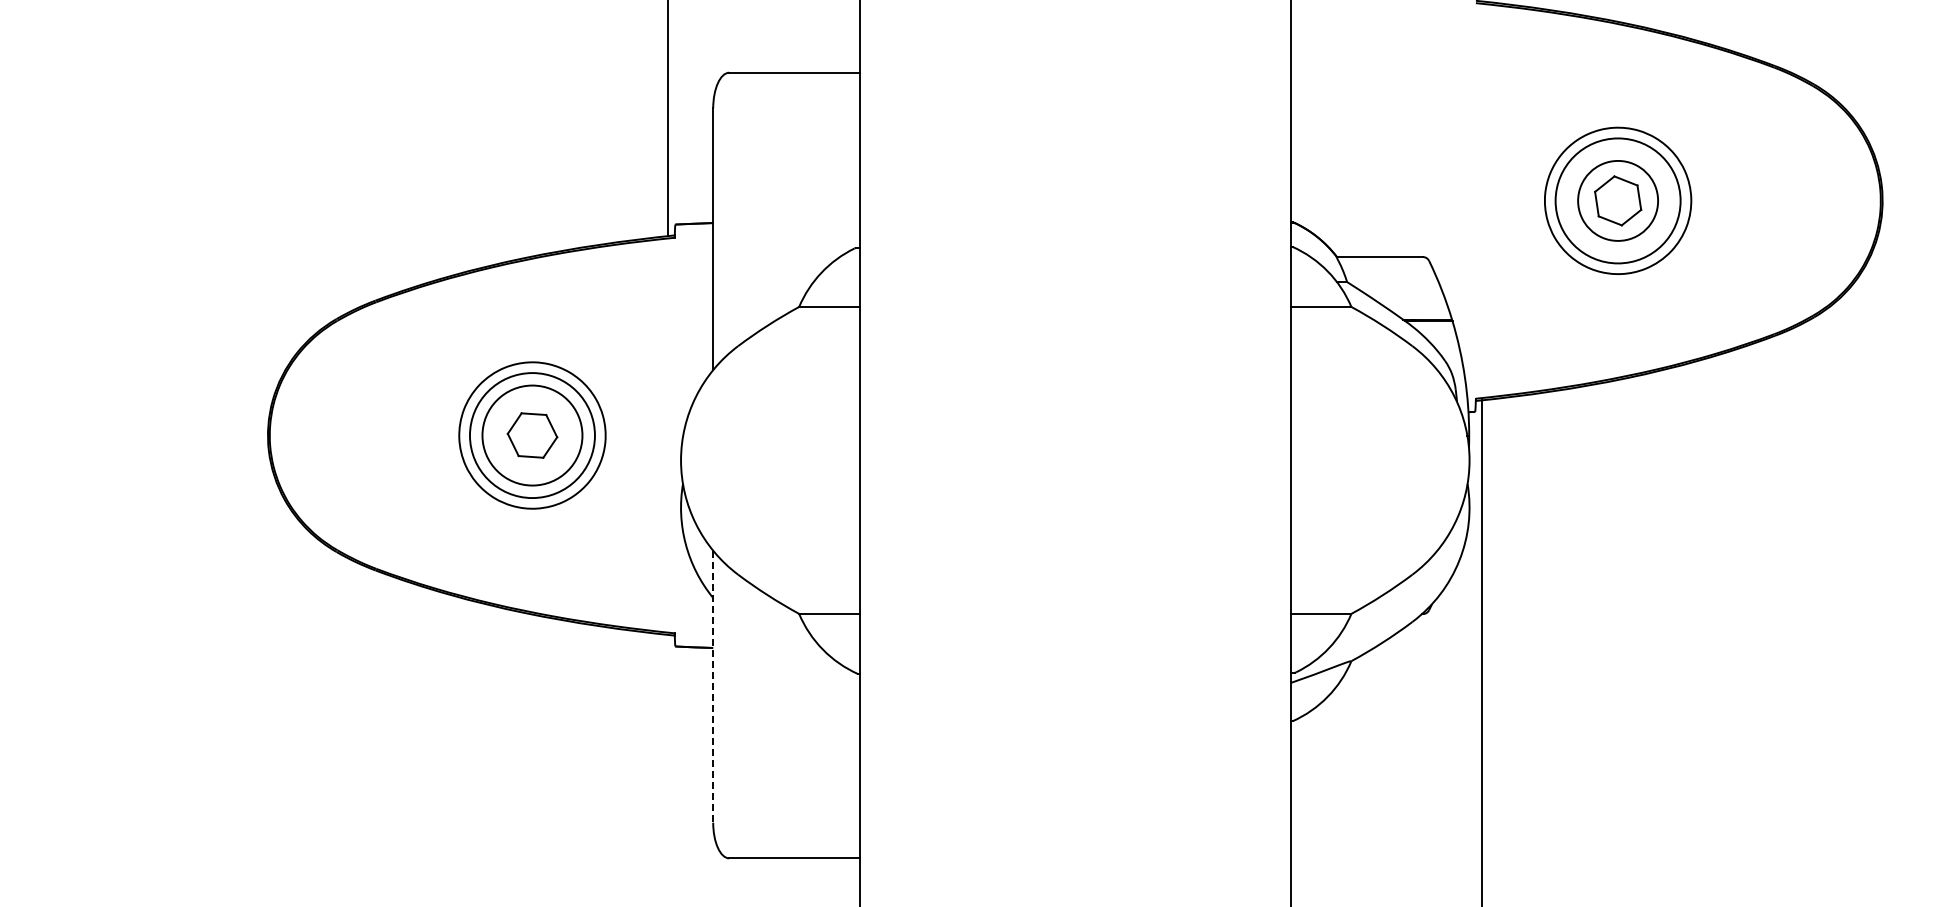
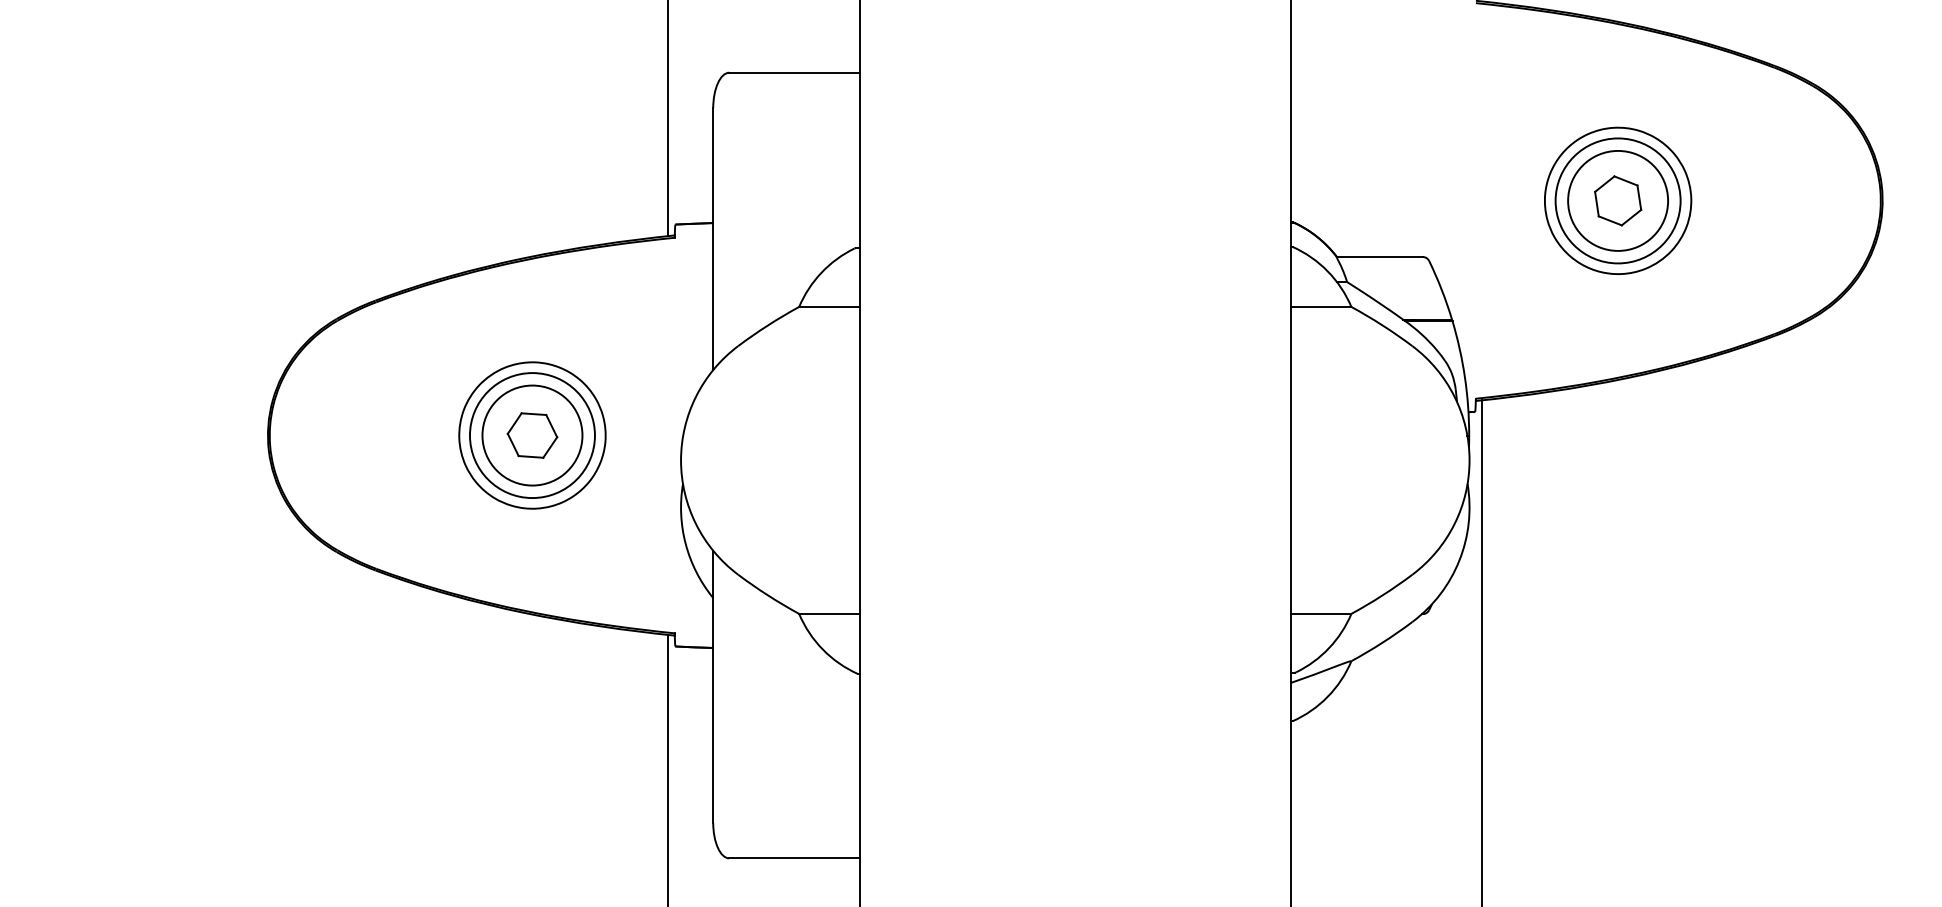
circle at (1618, 200) diameter: 80 px -> 100 px
line at (713, 686): dashed -> solid
line at (668, 768): none -> present
